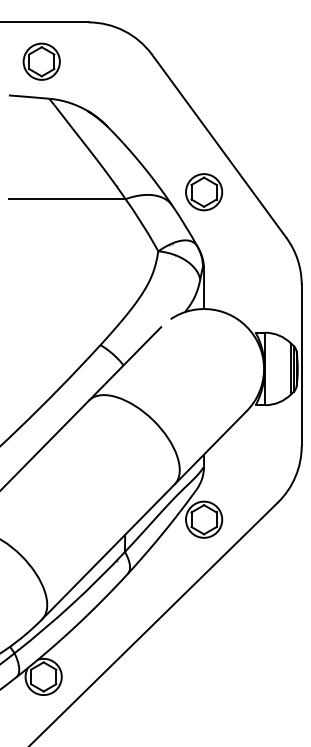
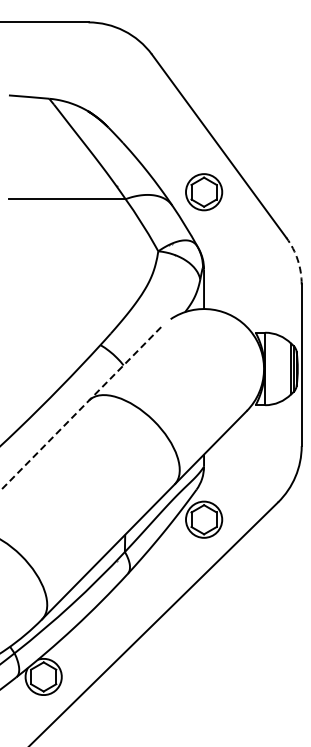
part at (41, 61): present -> none
arc at (297, 259): solid -> dashed
line at (80, 409): solid -> dashed
